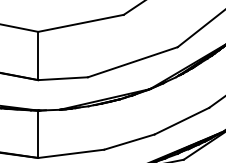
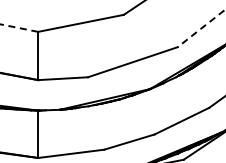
line at (18, 28): solid -> dashed
line at (201, 28): solid -> dashed
